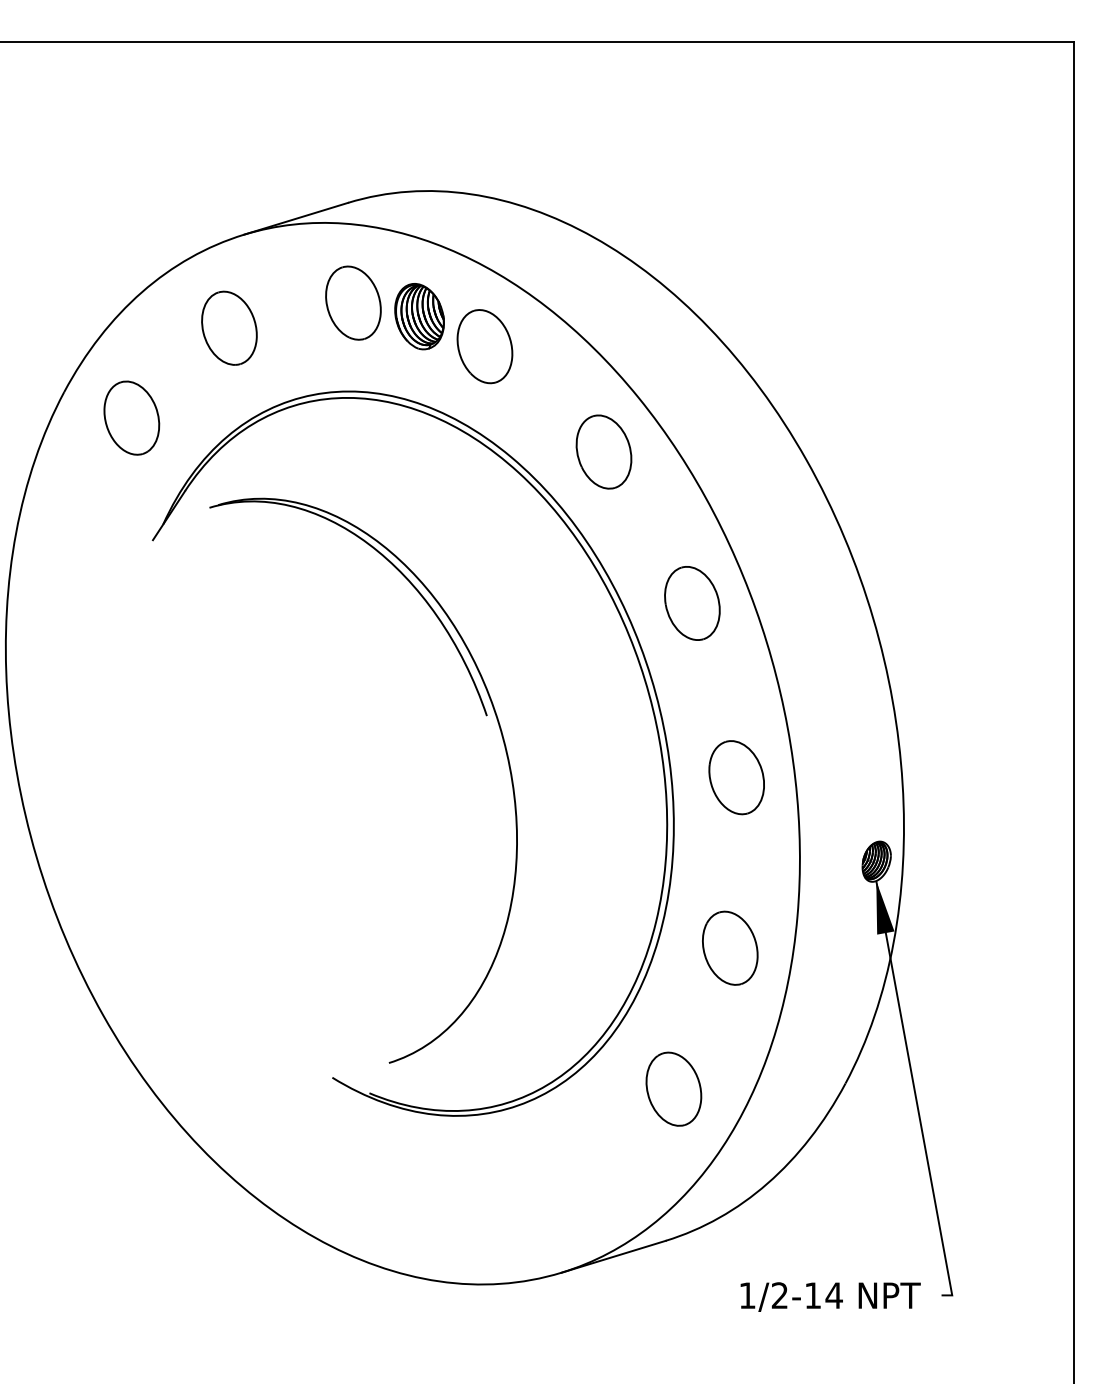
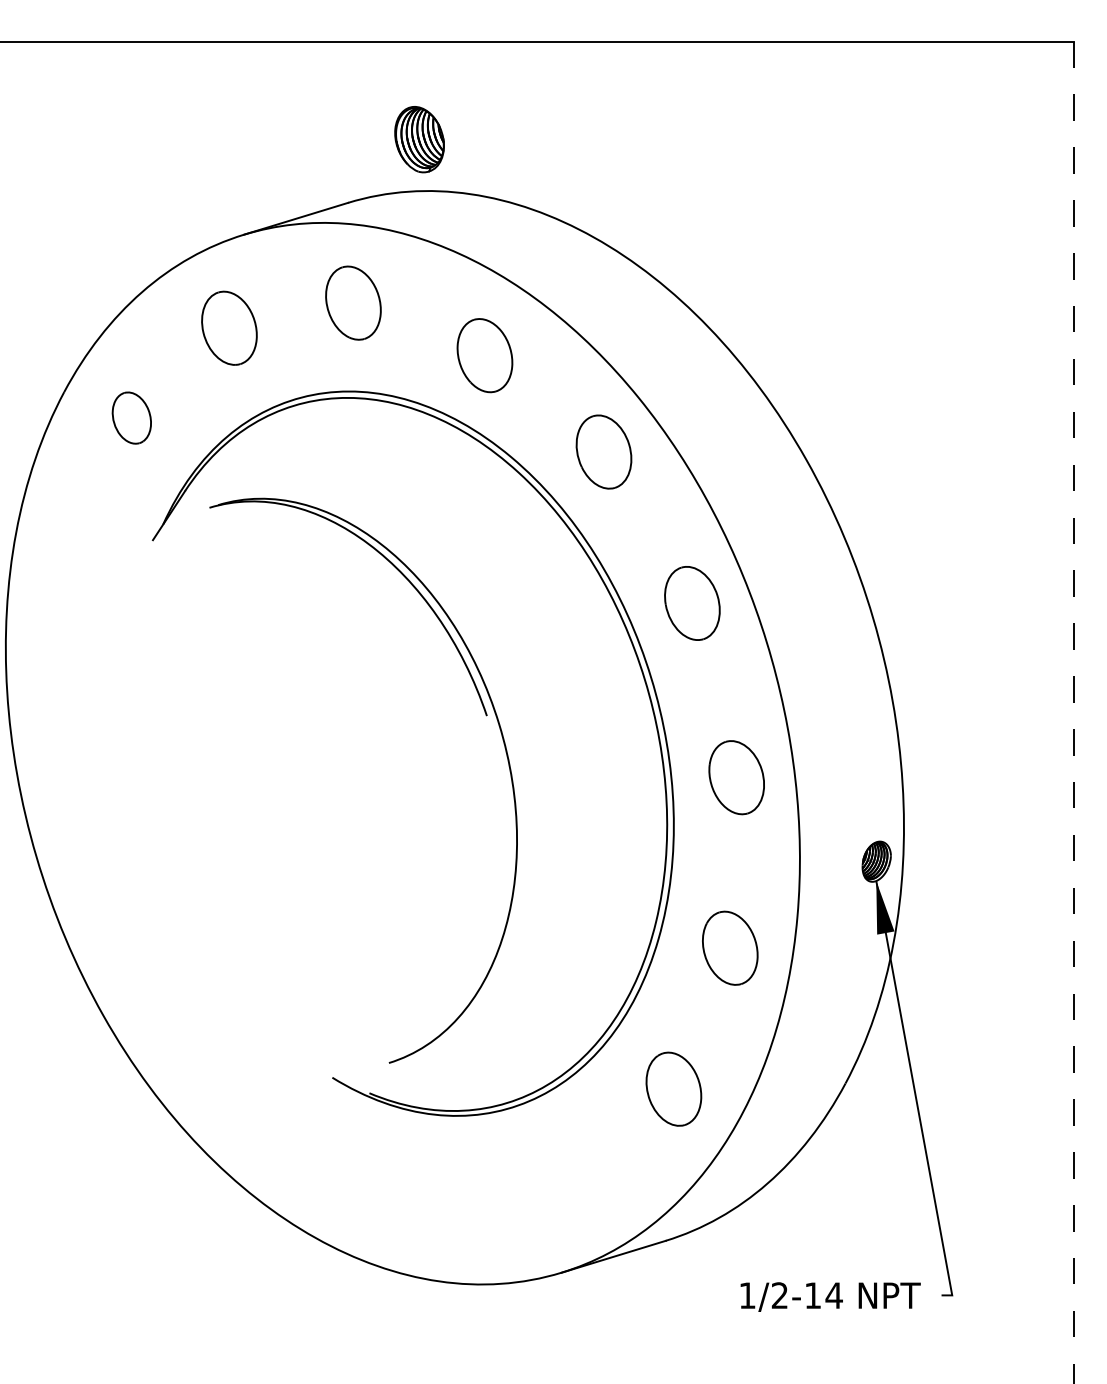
part at (419, 316) position: (419, 316) -> (419, 139)
part at (484, 346) position: (484, 346) -> (484, 355)
part at (131, 417) size: 58x76 px -> 41x54 px
line at (1073, 712): solid -> dashed
